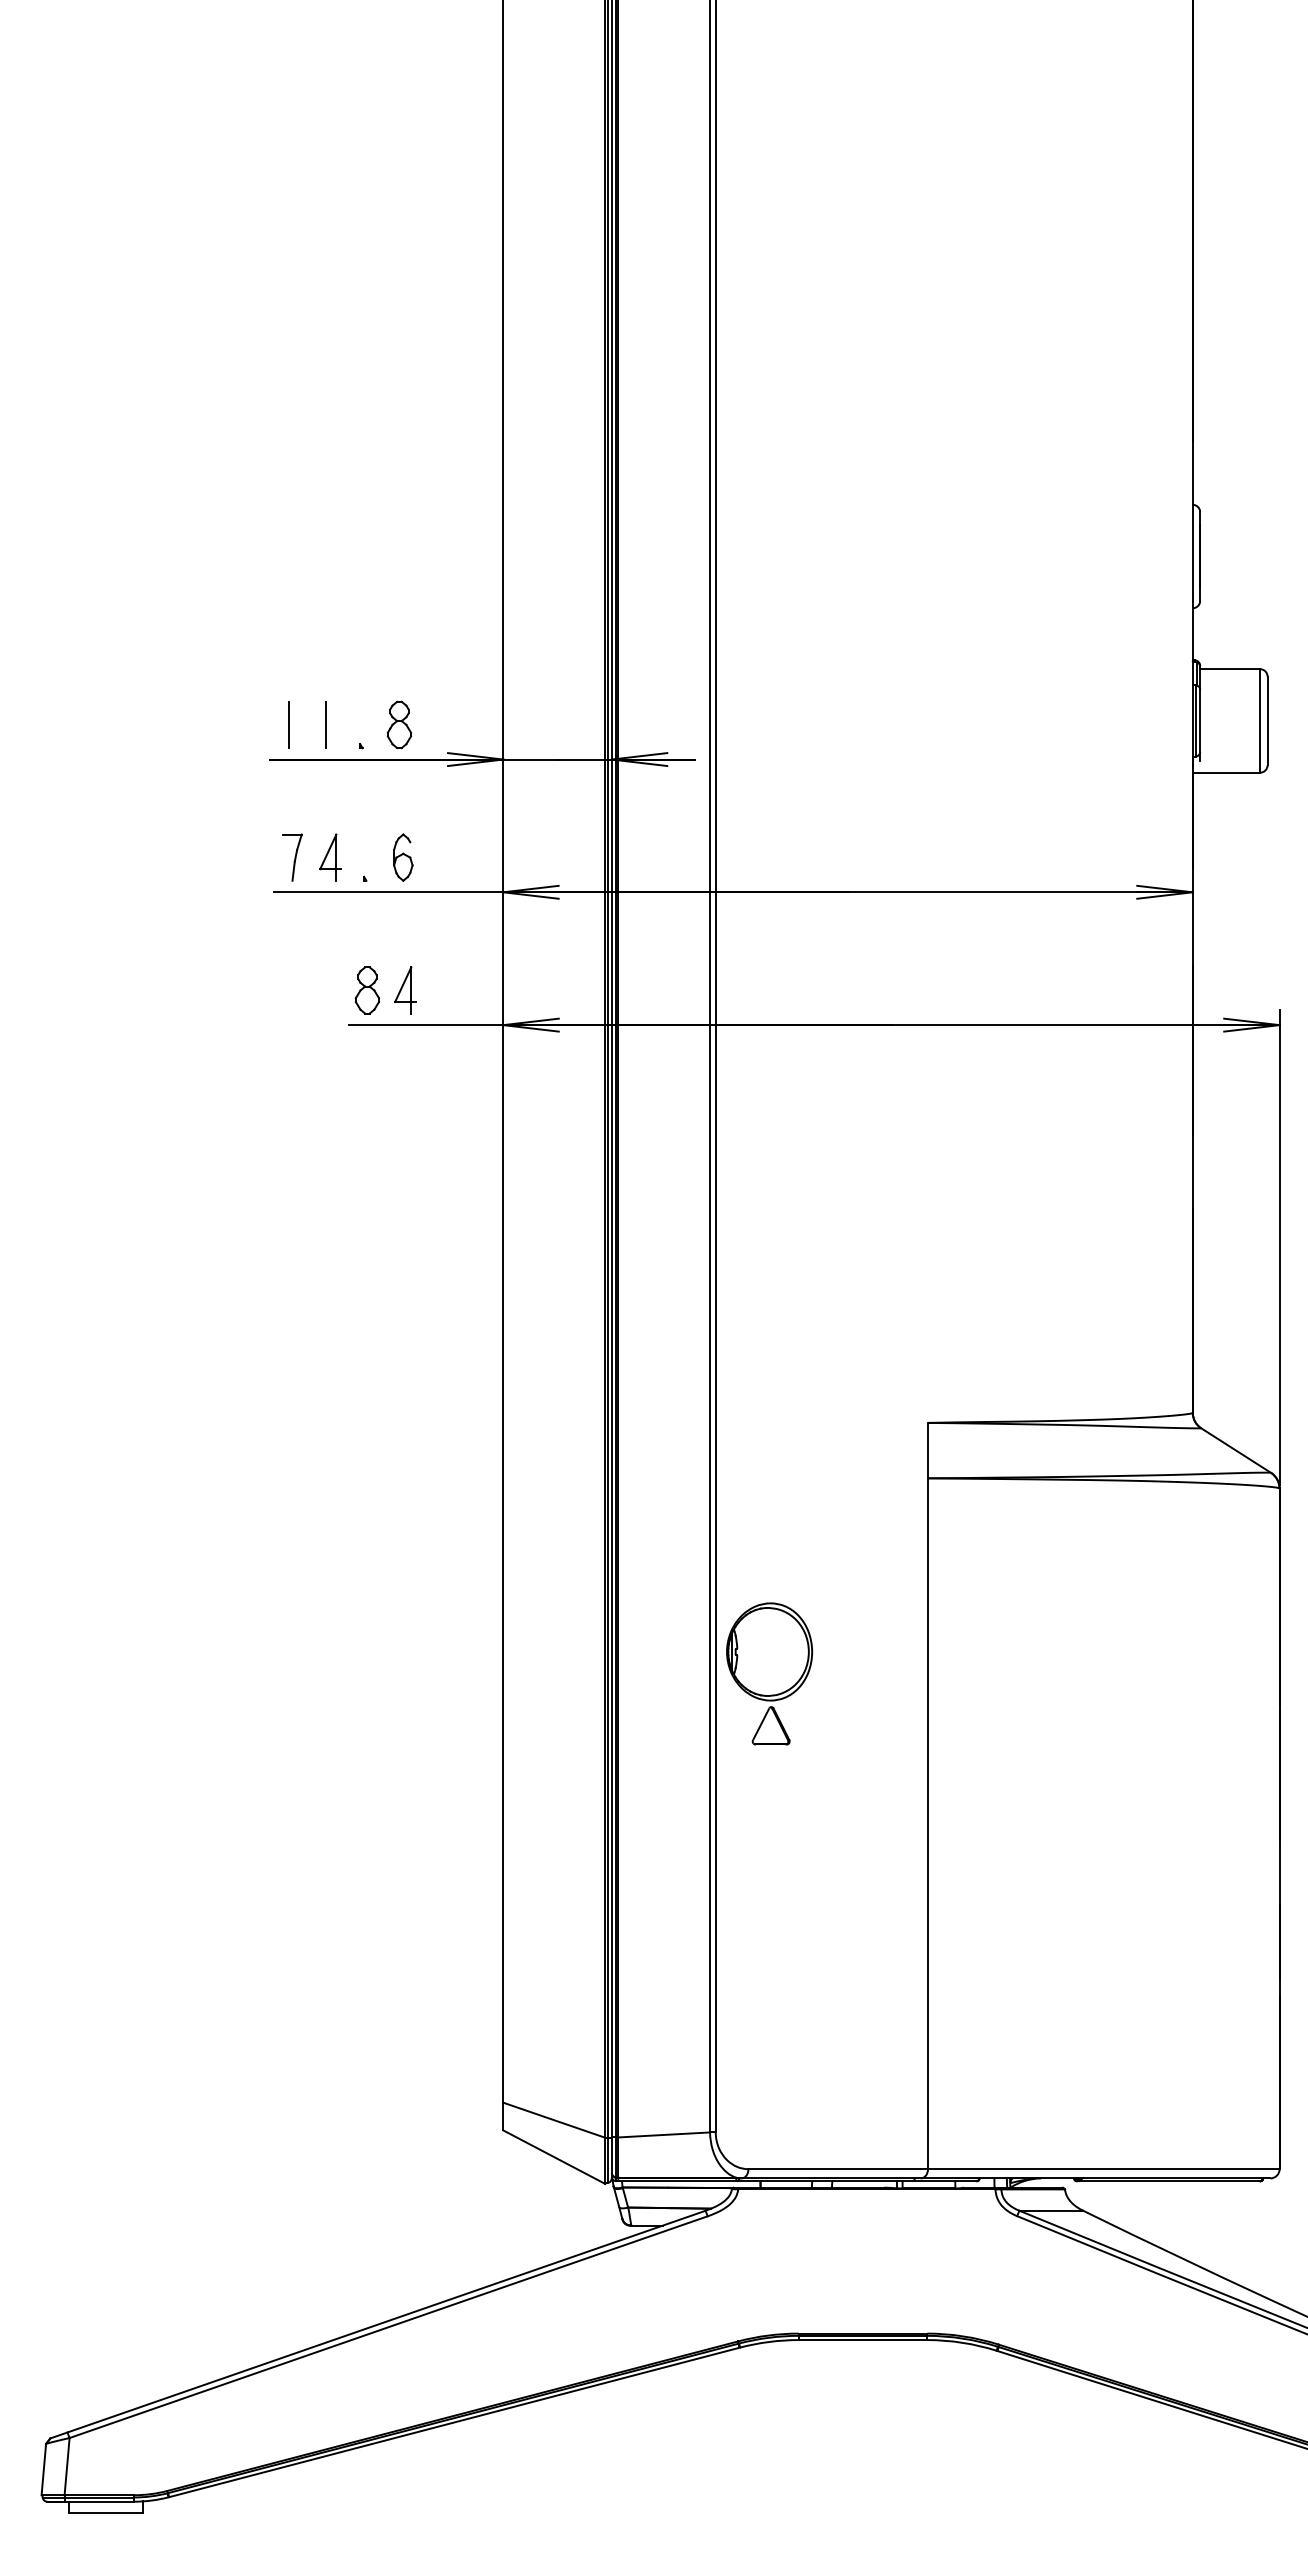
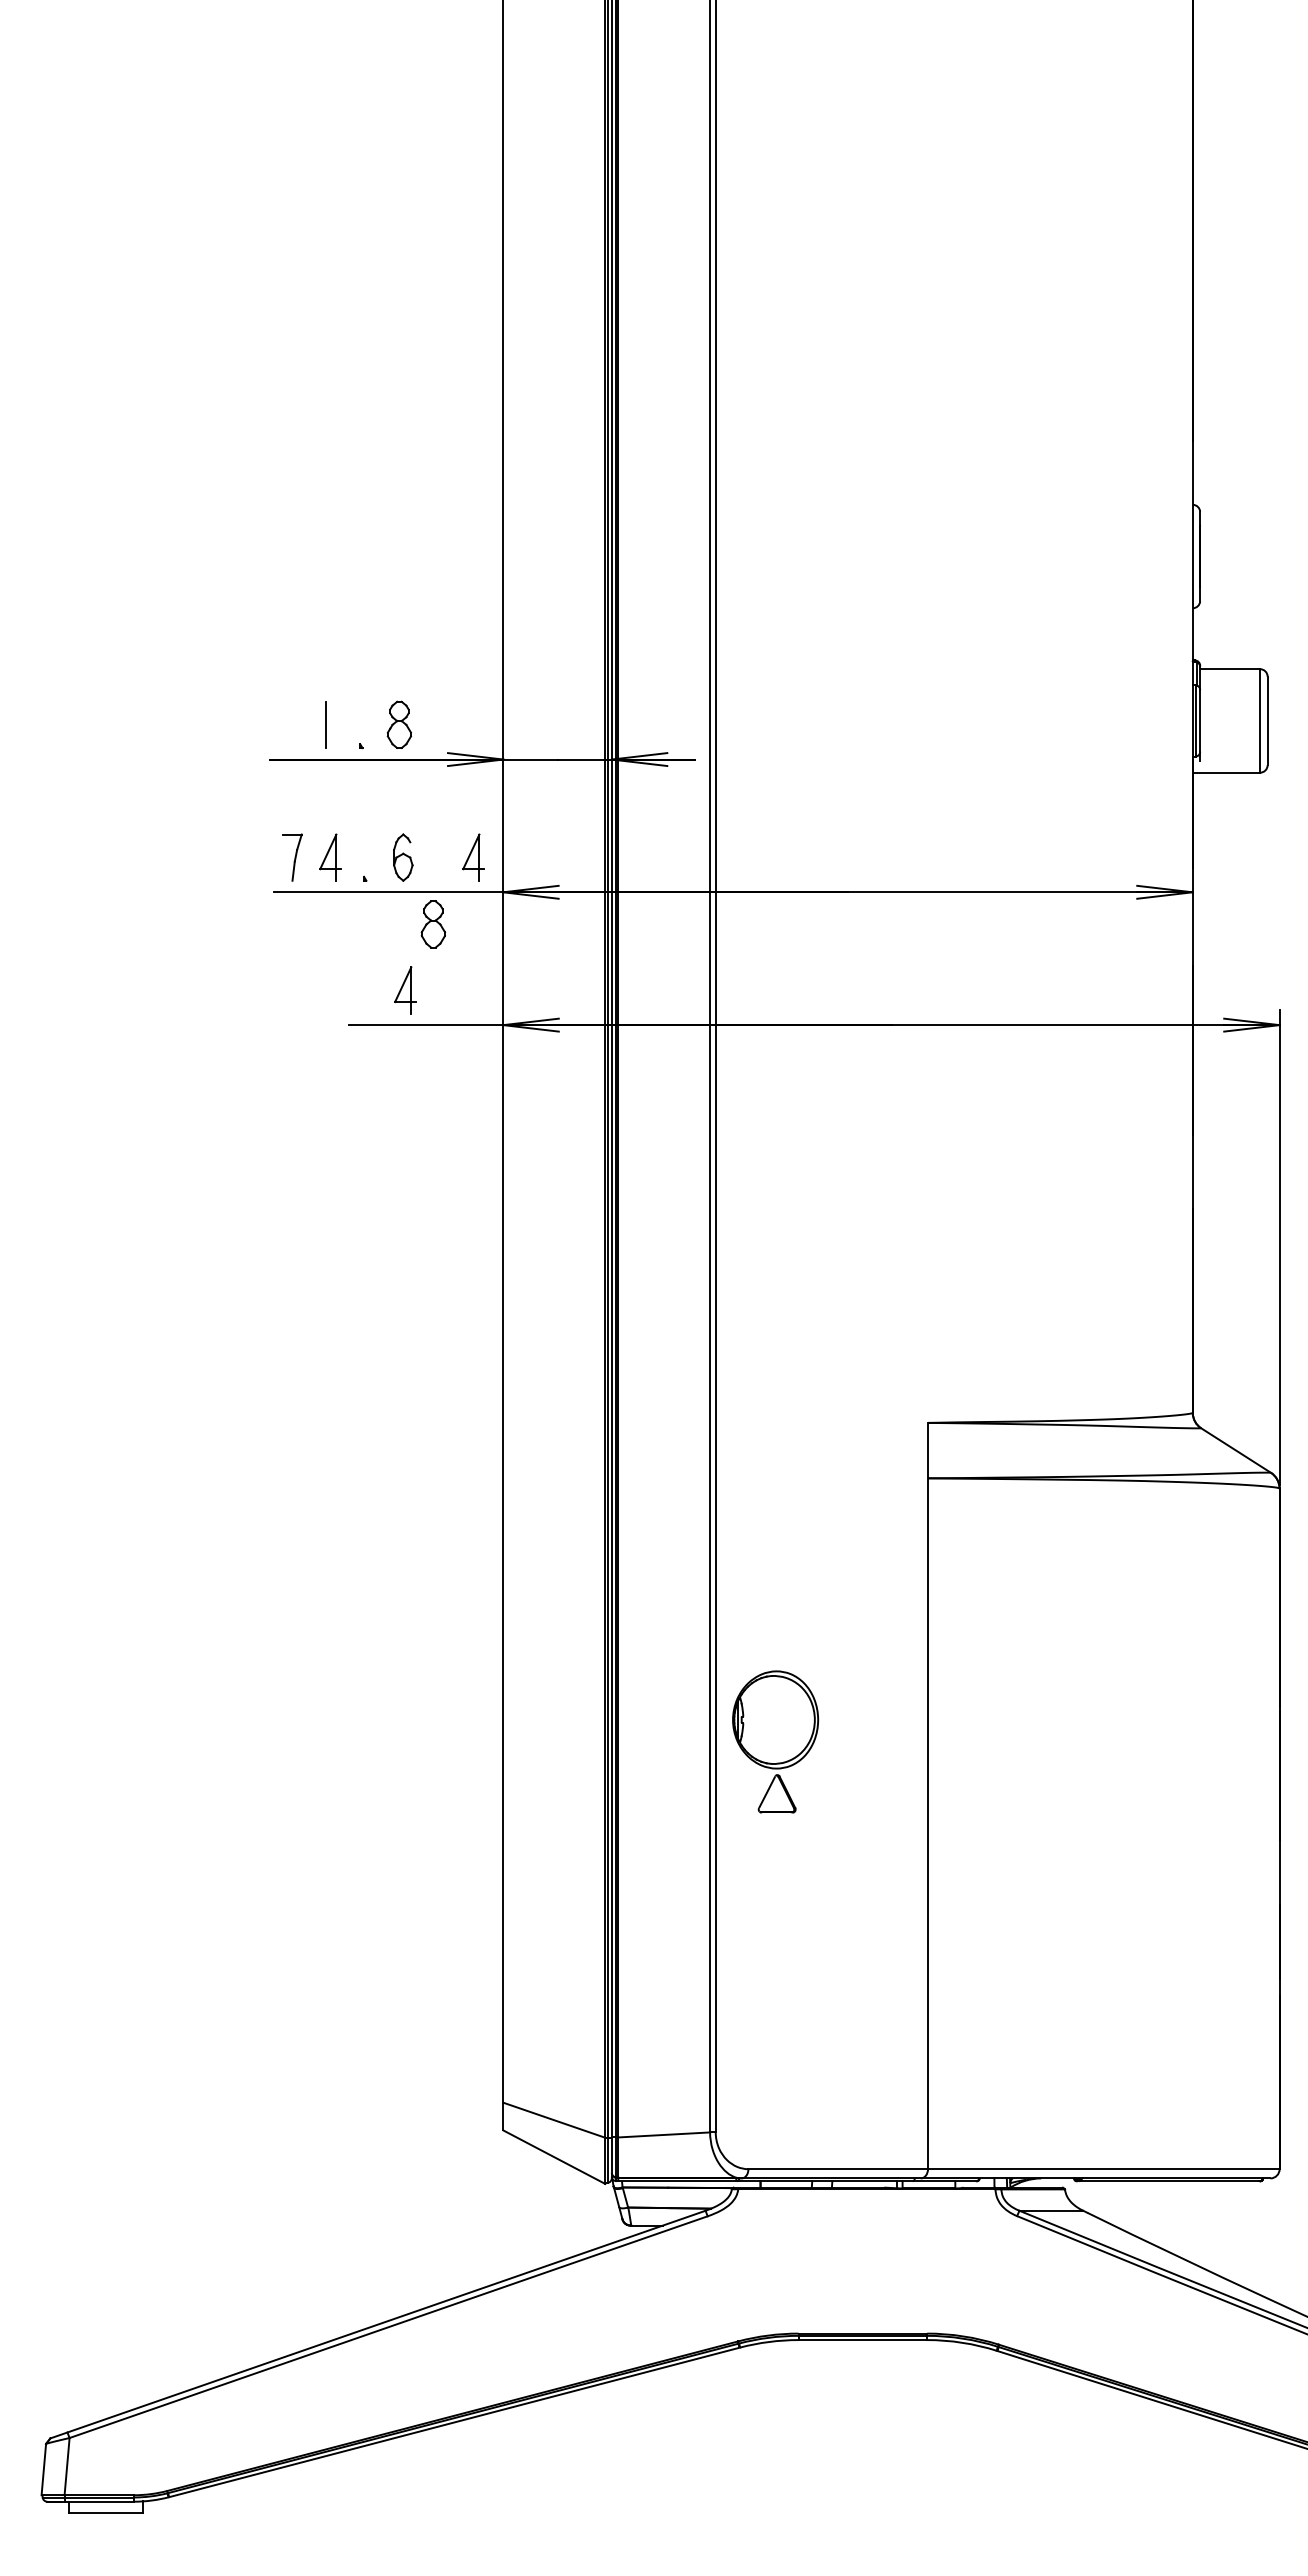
line at (288, 724): present -> none
part at (473, 857): none -> present
part at (366, 990) position: (366, 990) -> (432, 924)
part at (769, 1673) position: (769, 1673) -> (775, 1741)
